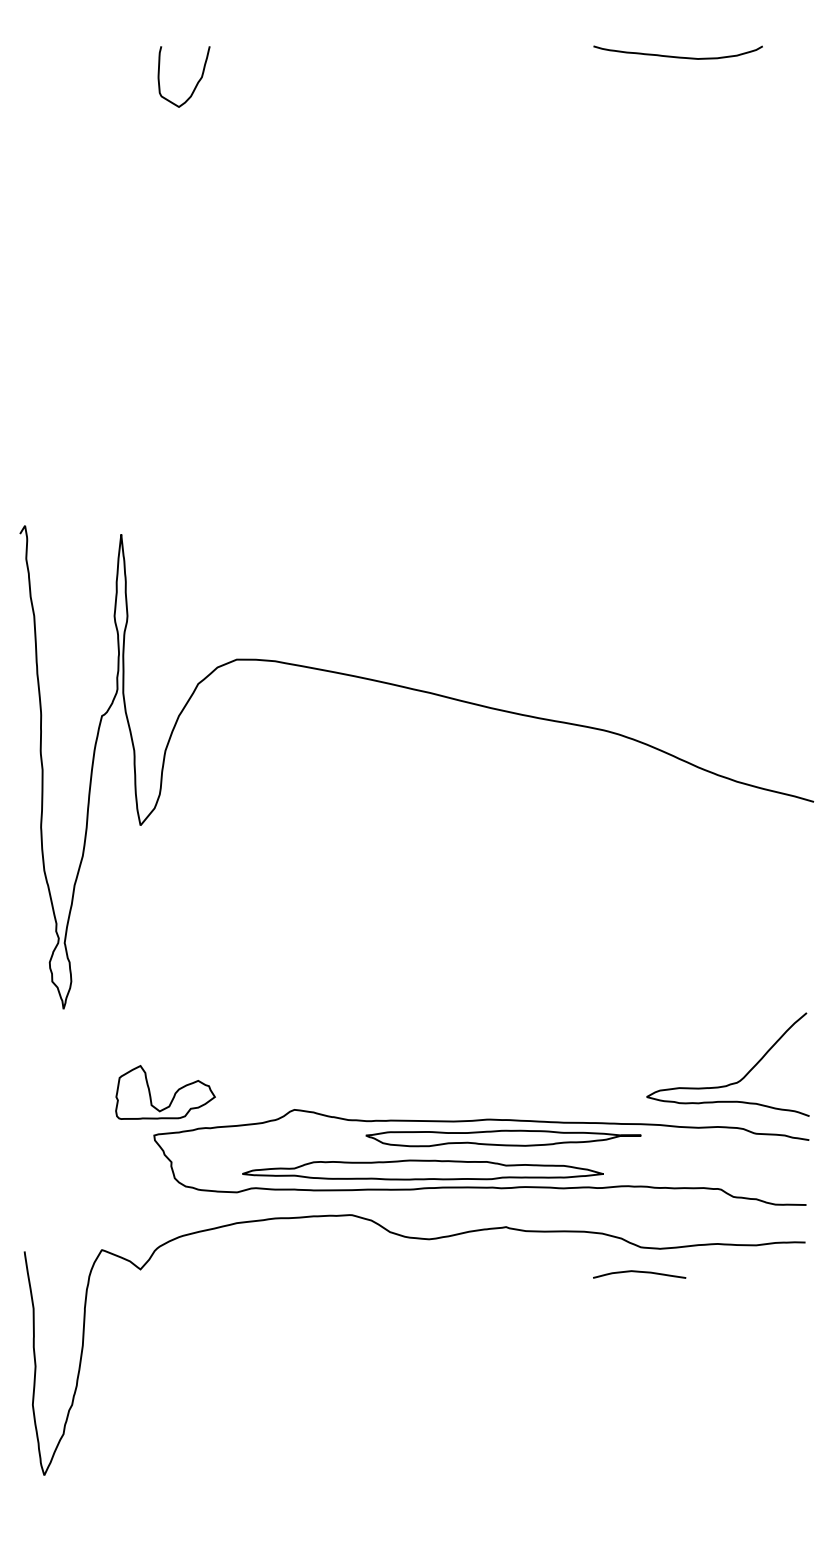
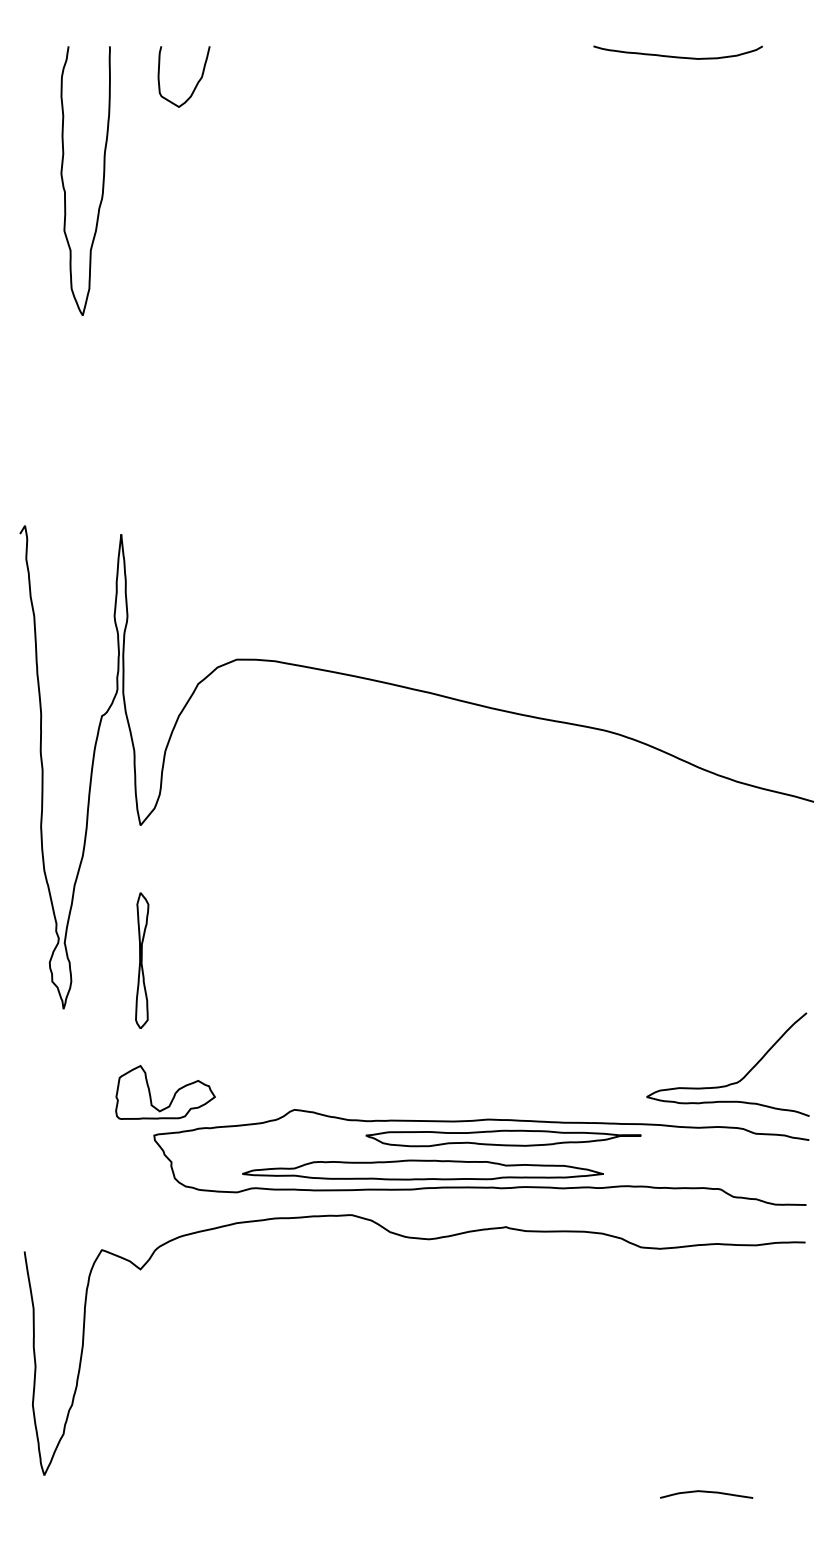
curve at (102, 180): none -> present
part at (142, 960): none -> present
curve at (639, 1272) position: (639, 1272) -> (706, 1492)
